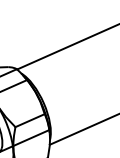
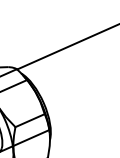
line at (82, 129): present -> none
